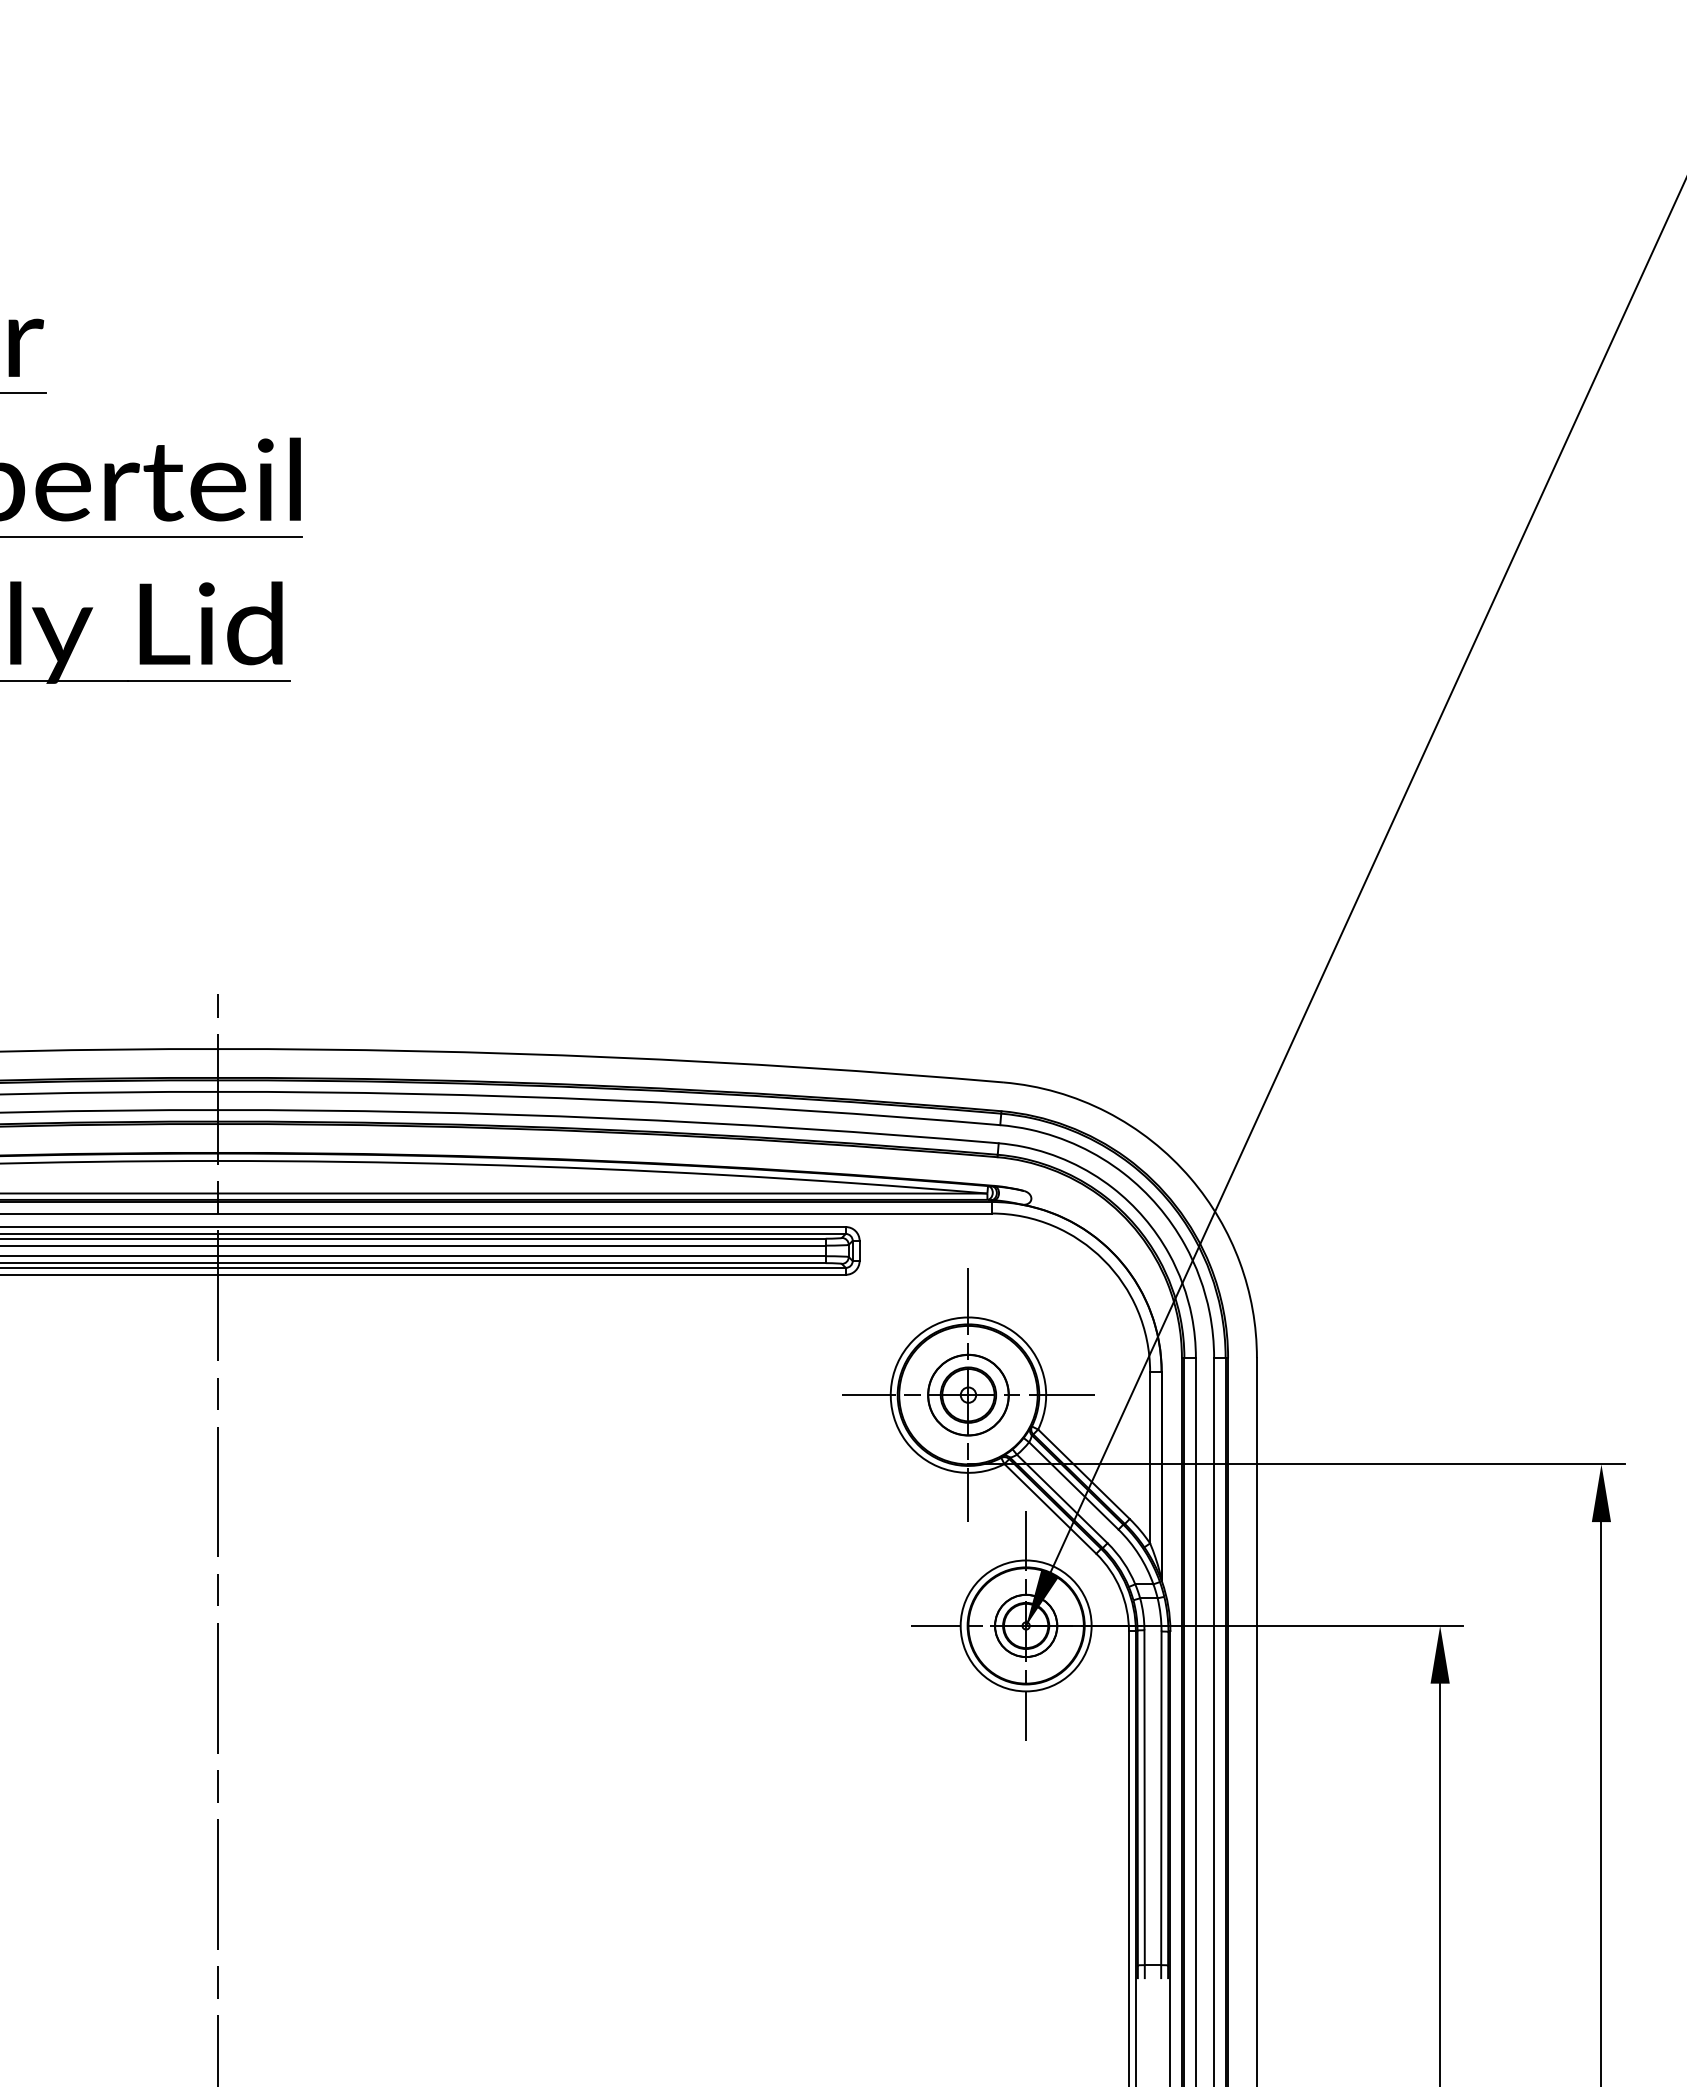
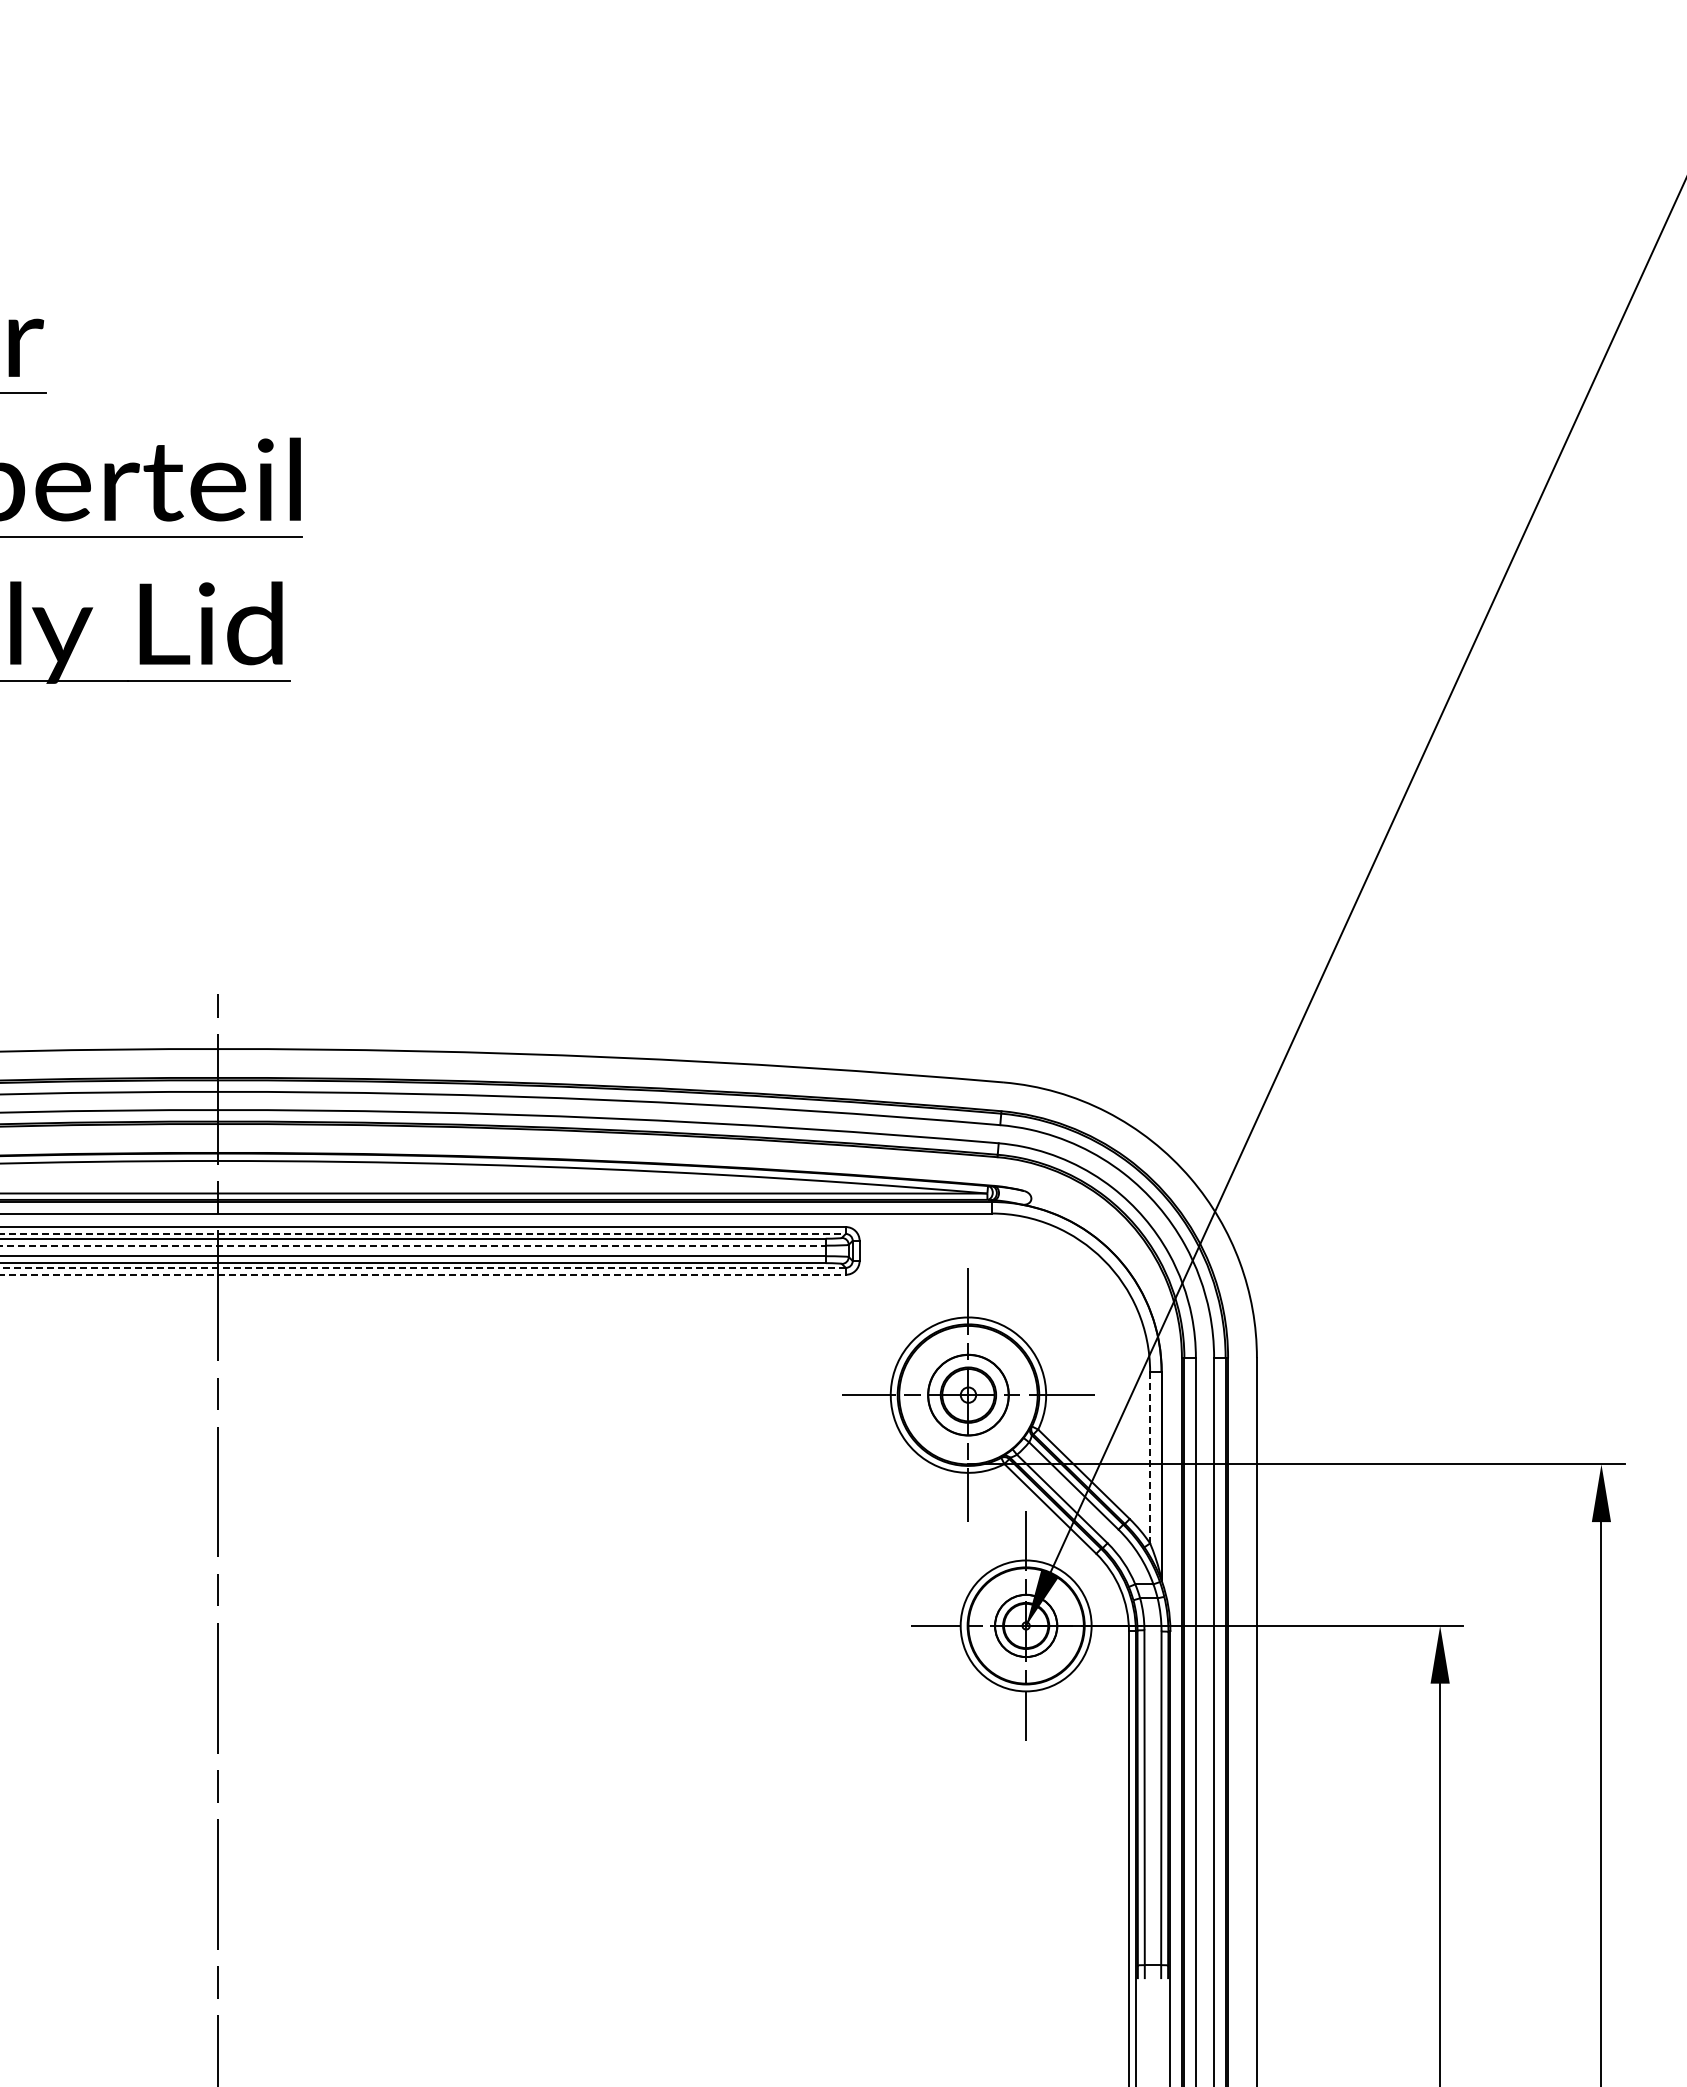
line at (423, 1233): solid -> dashed
line at (412, 1245): solid -> dashed
line at (422, 1267): solid -> dashed
line at (423, 1274): solid -> dashed
line at (1150, 1457): solid -> dashed
